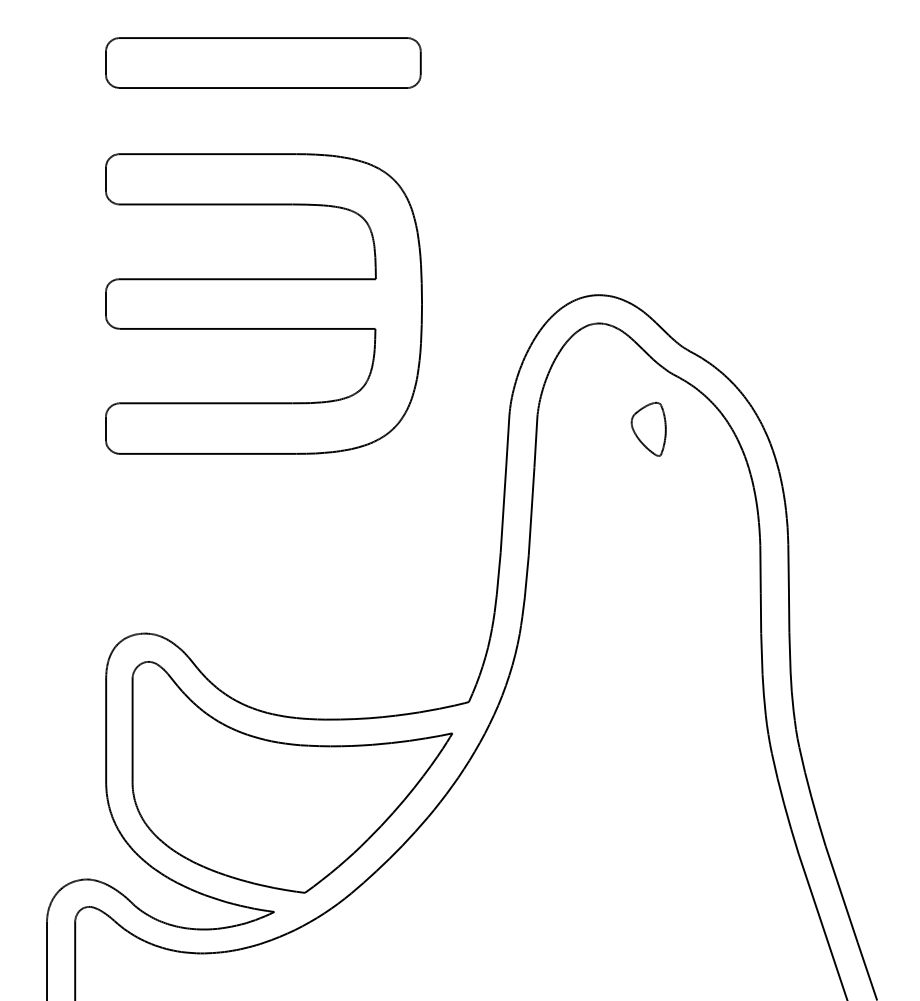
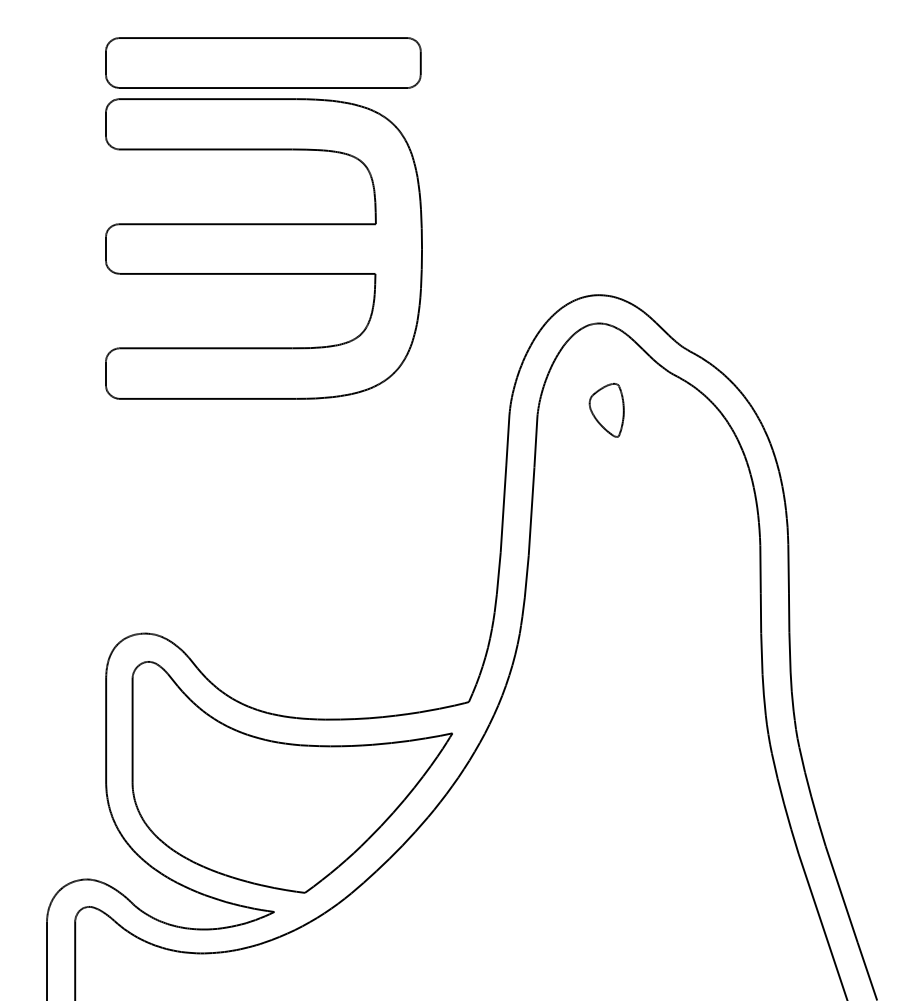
part at (263, 303) position: (263, 303) -> (263, 248)
part at (648, 429) position: (648, 429) -> (606, 410)
